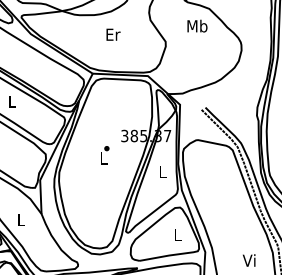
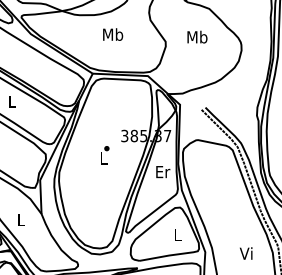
text at (197, 25) position: (197, 25) -> (197, 36)
text at (113, 34): Er -> Mb
text at (163, 172): L -> Er
text at (249, 260) position: (249, 260) -> (246, 253)
